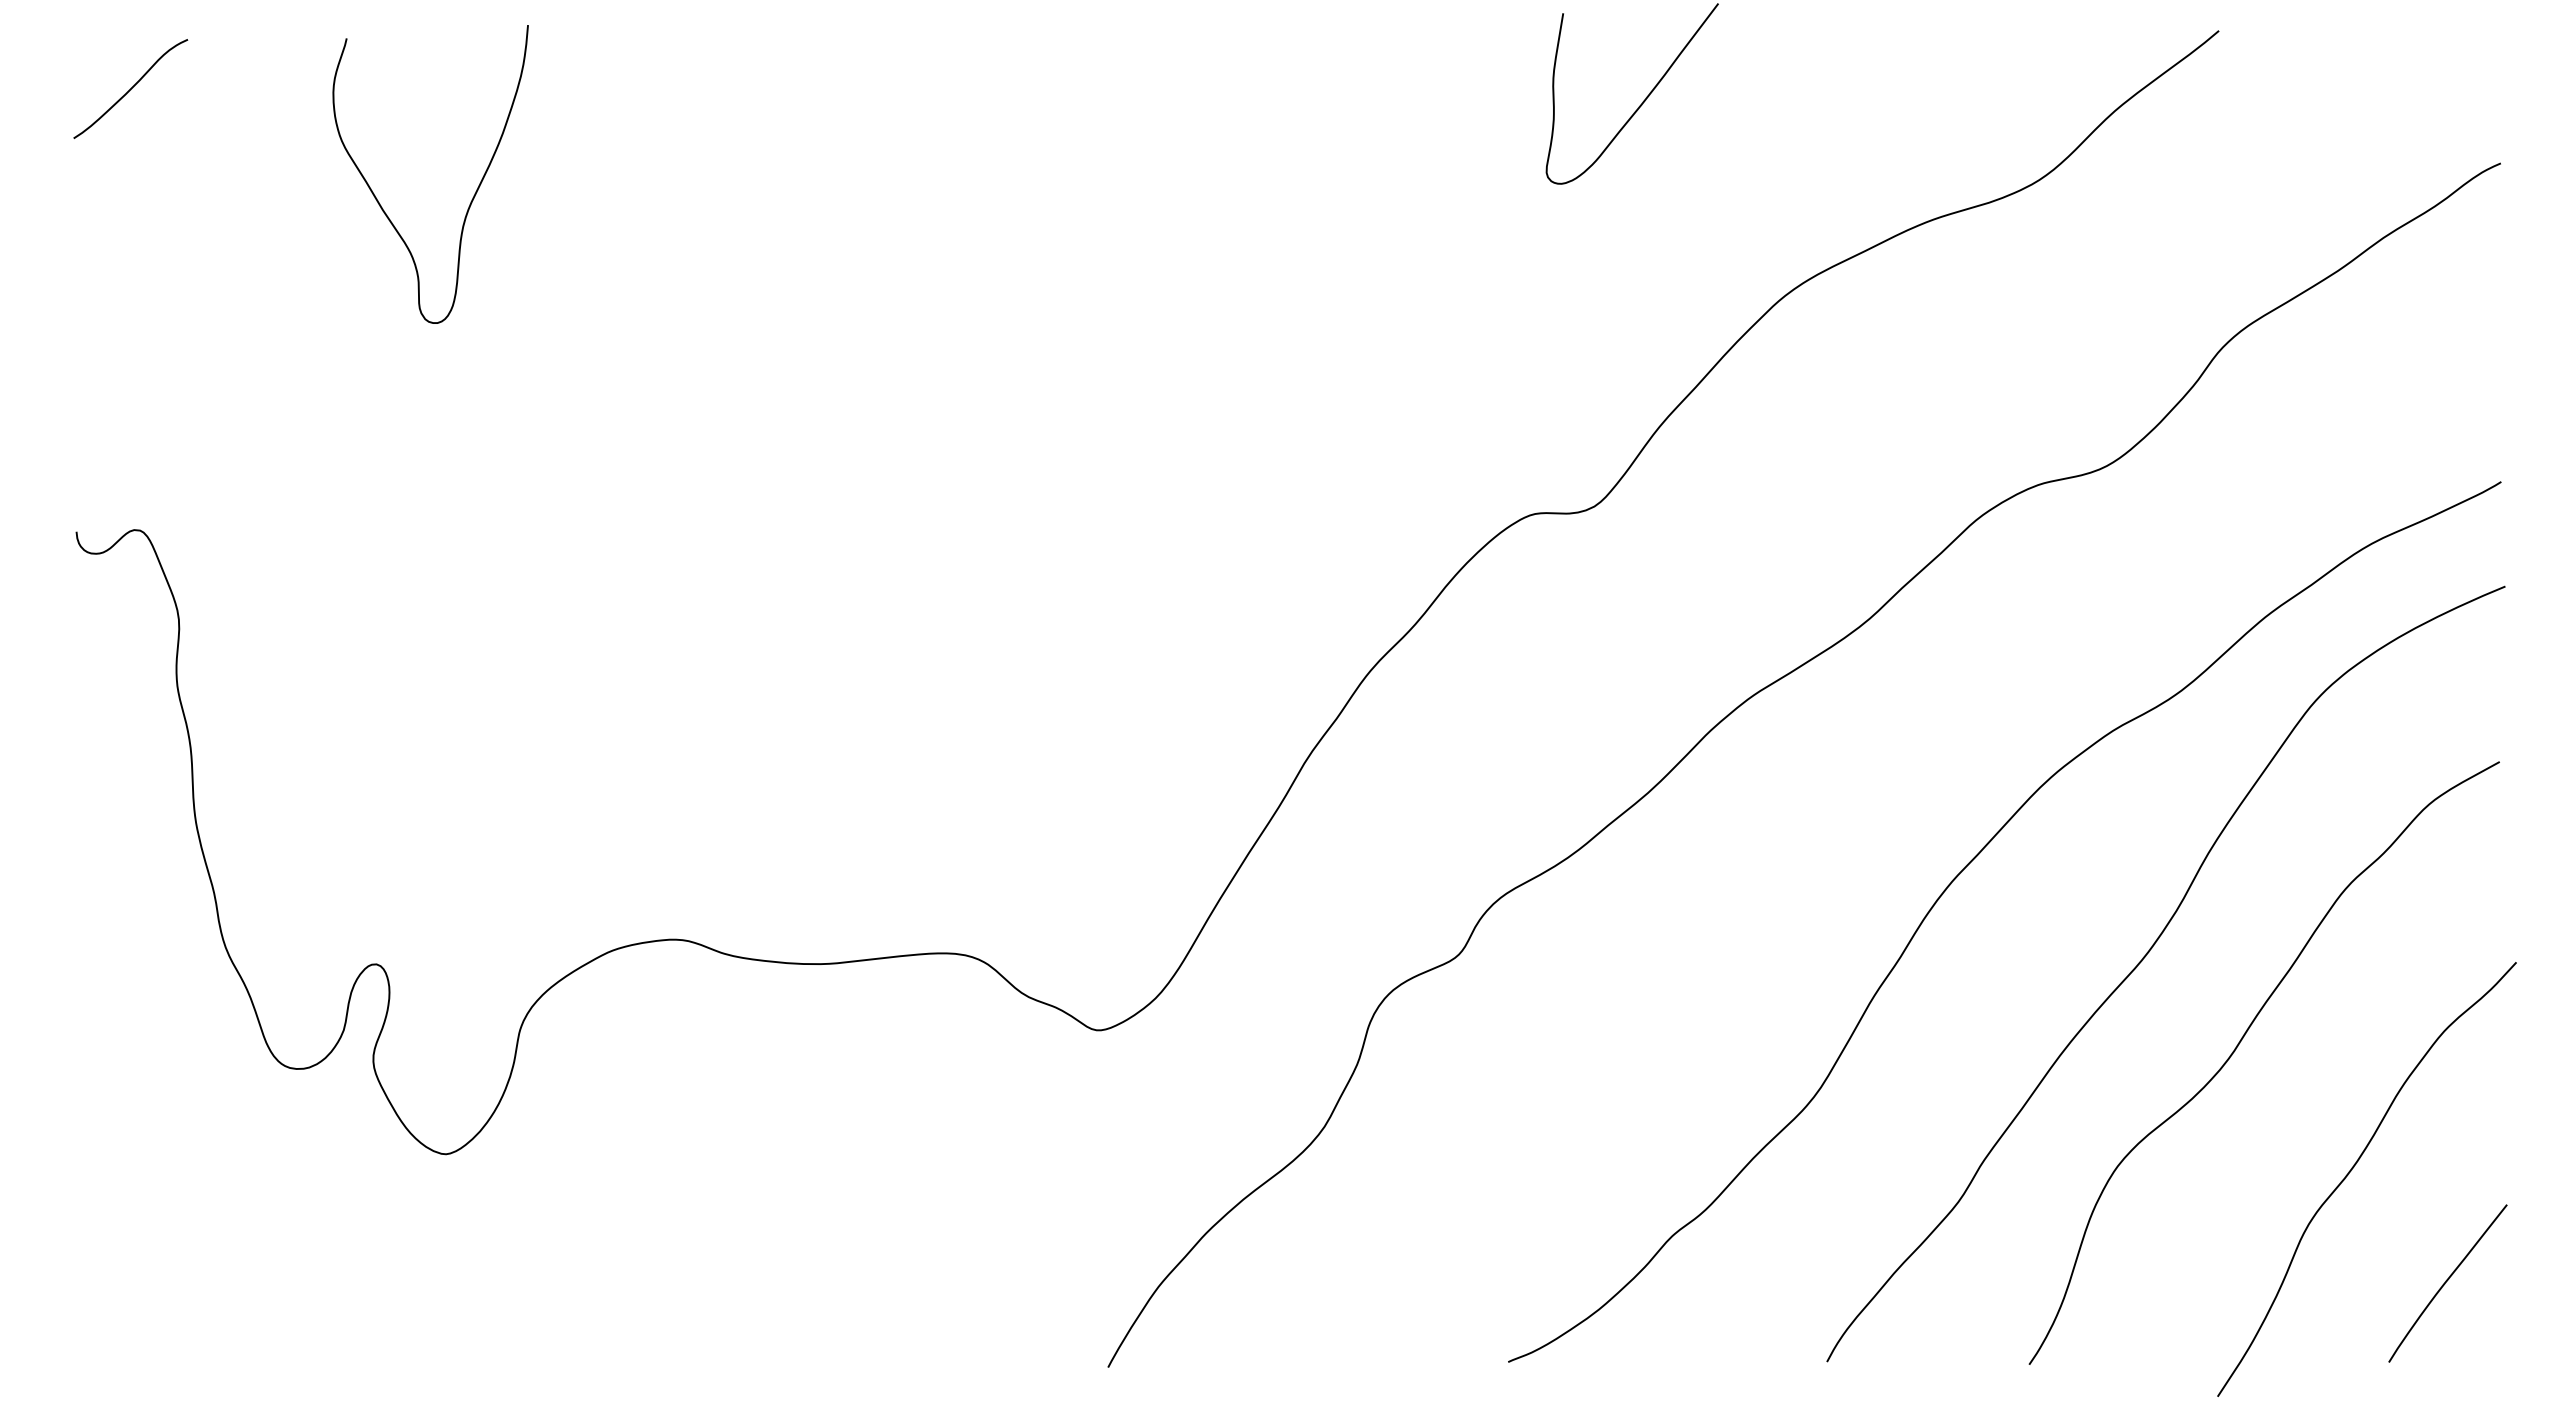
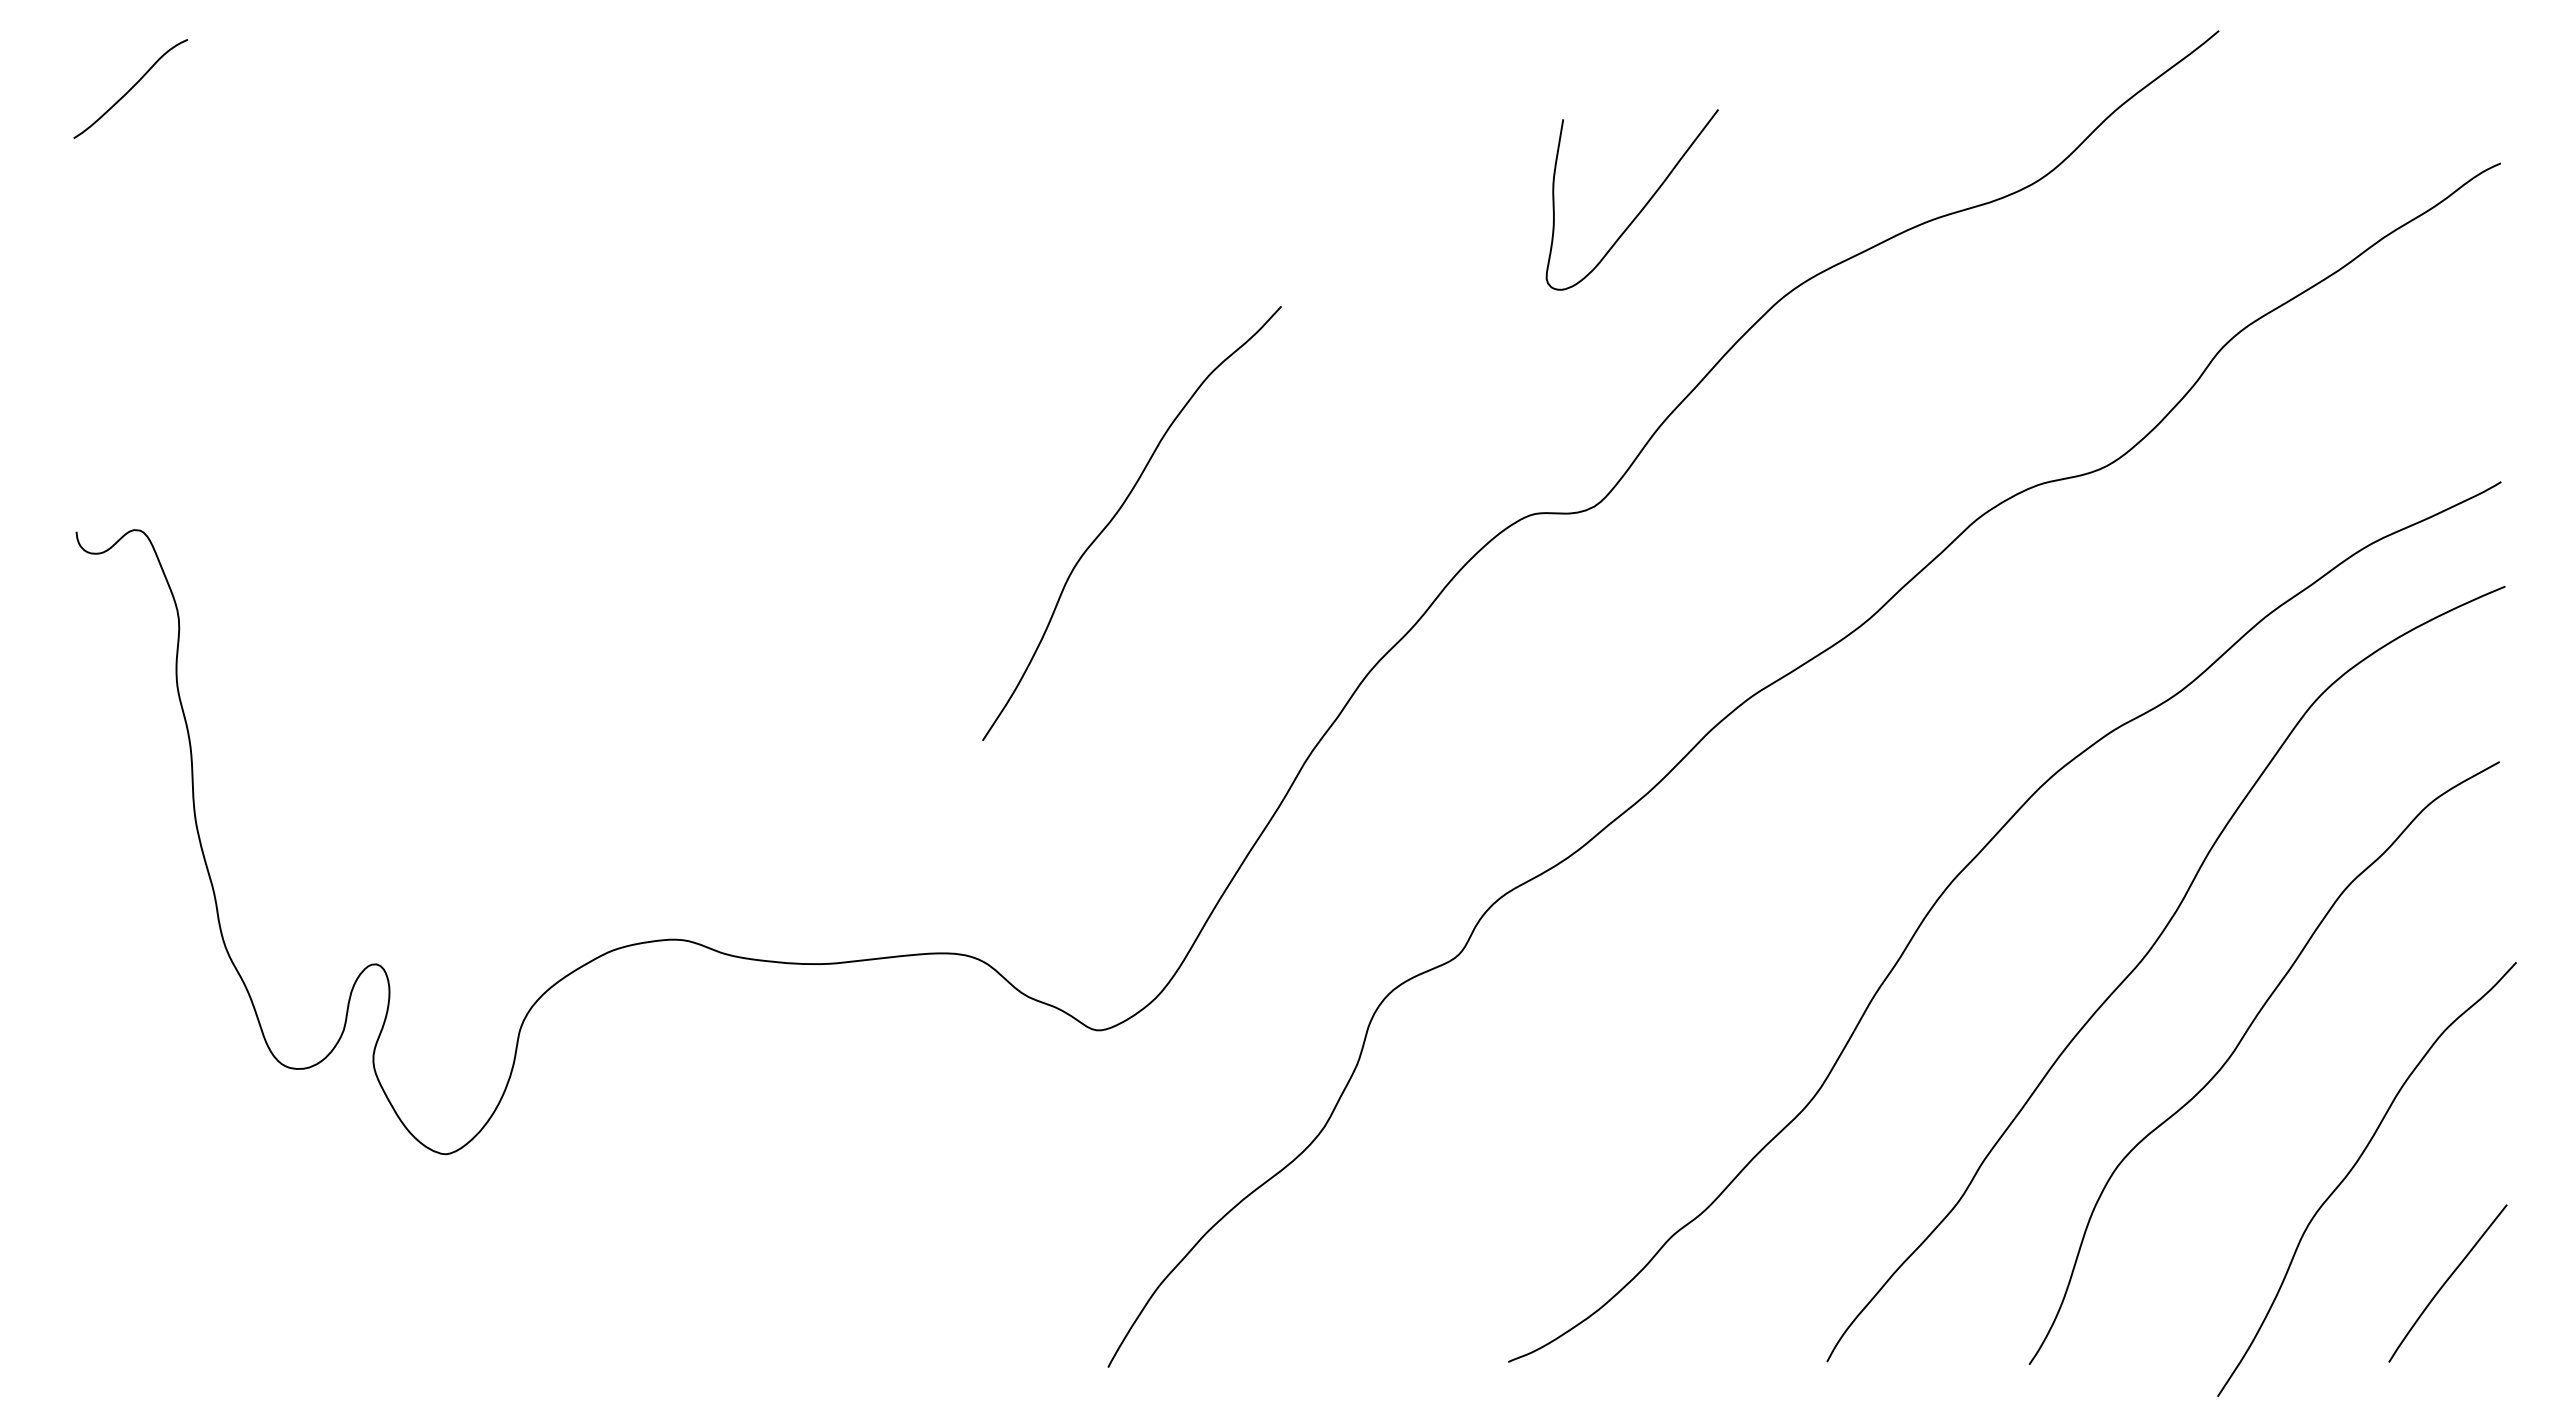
curve at (1642, 101) position: (1642, 101) -> (1642, 207)
curve at (473, 195): present -> none
curve at (1119, 511): none -> present
